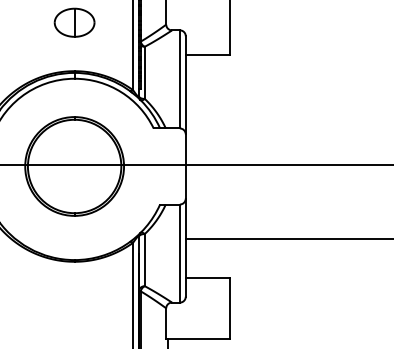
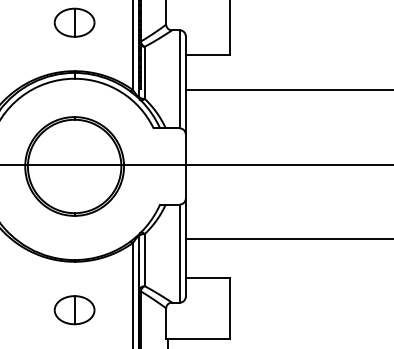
line at (287, 90): none -> present
part at (74, 310): none -> present
